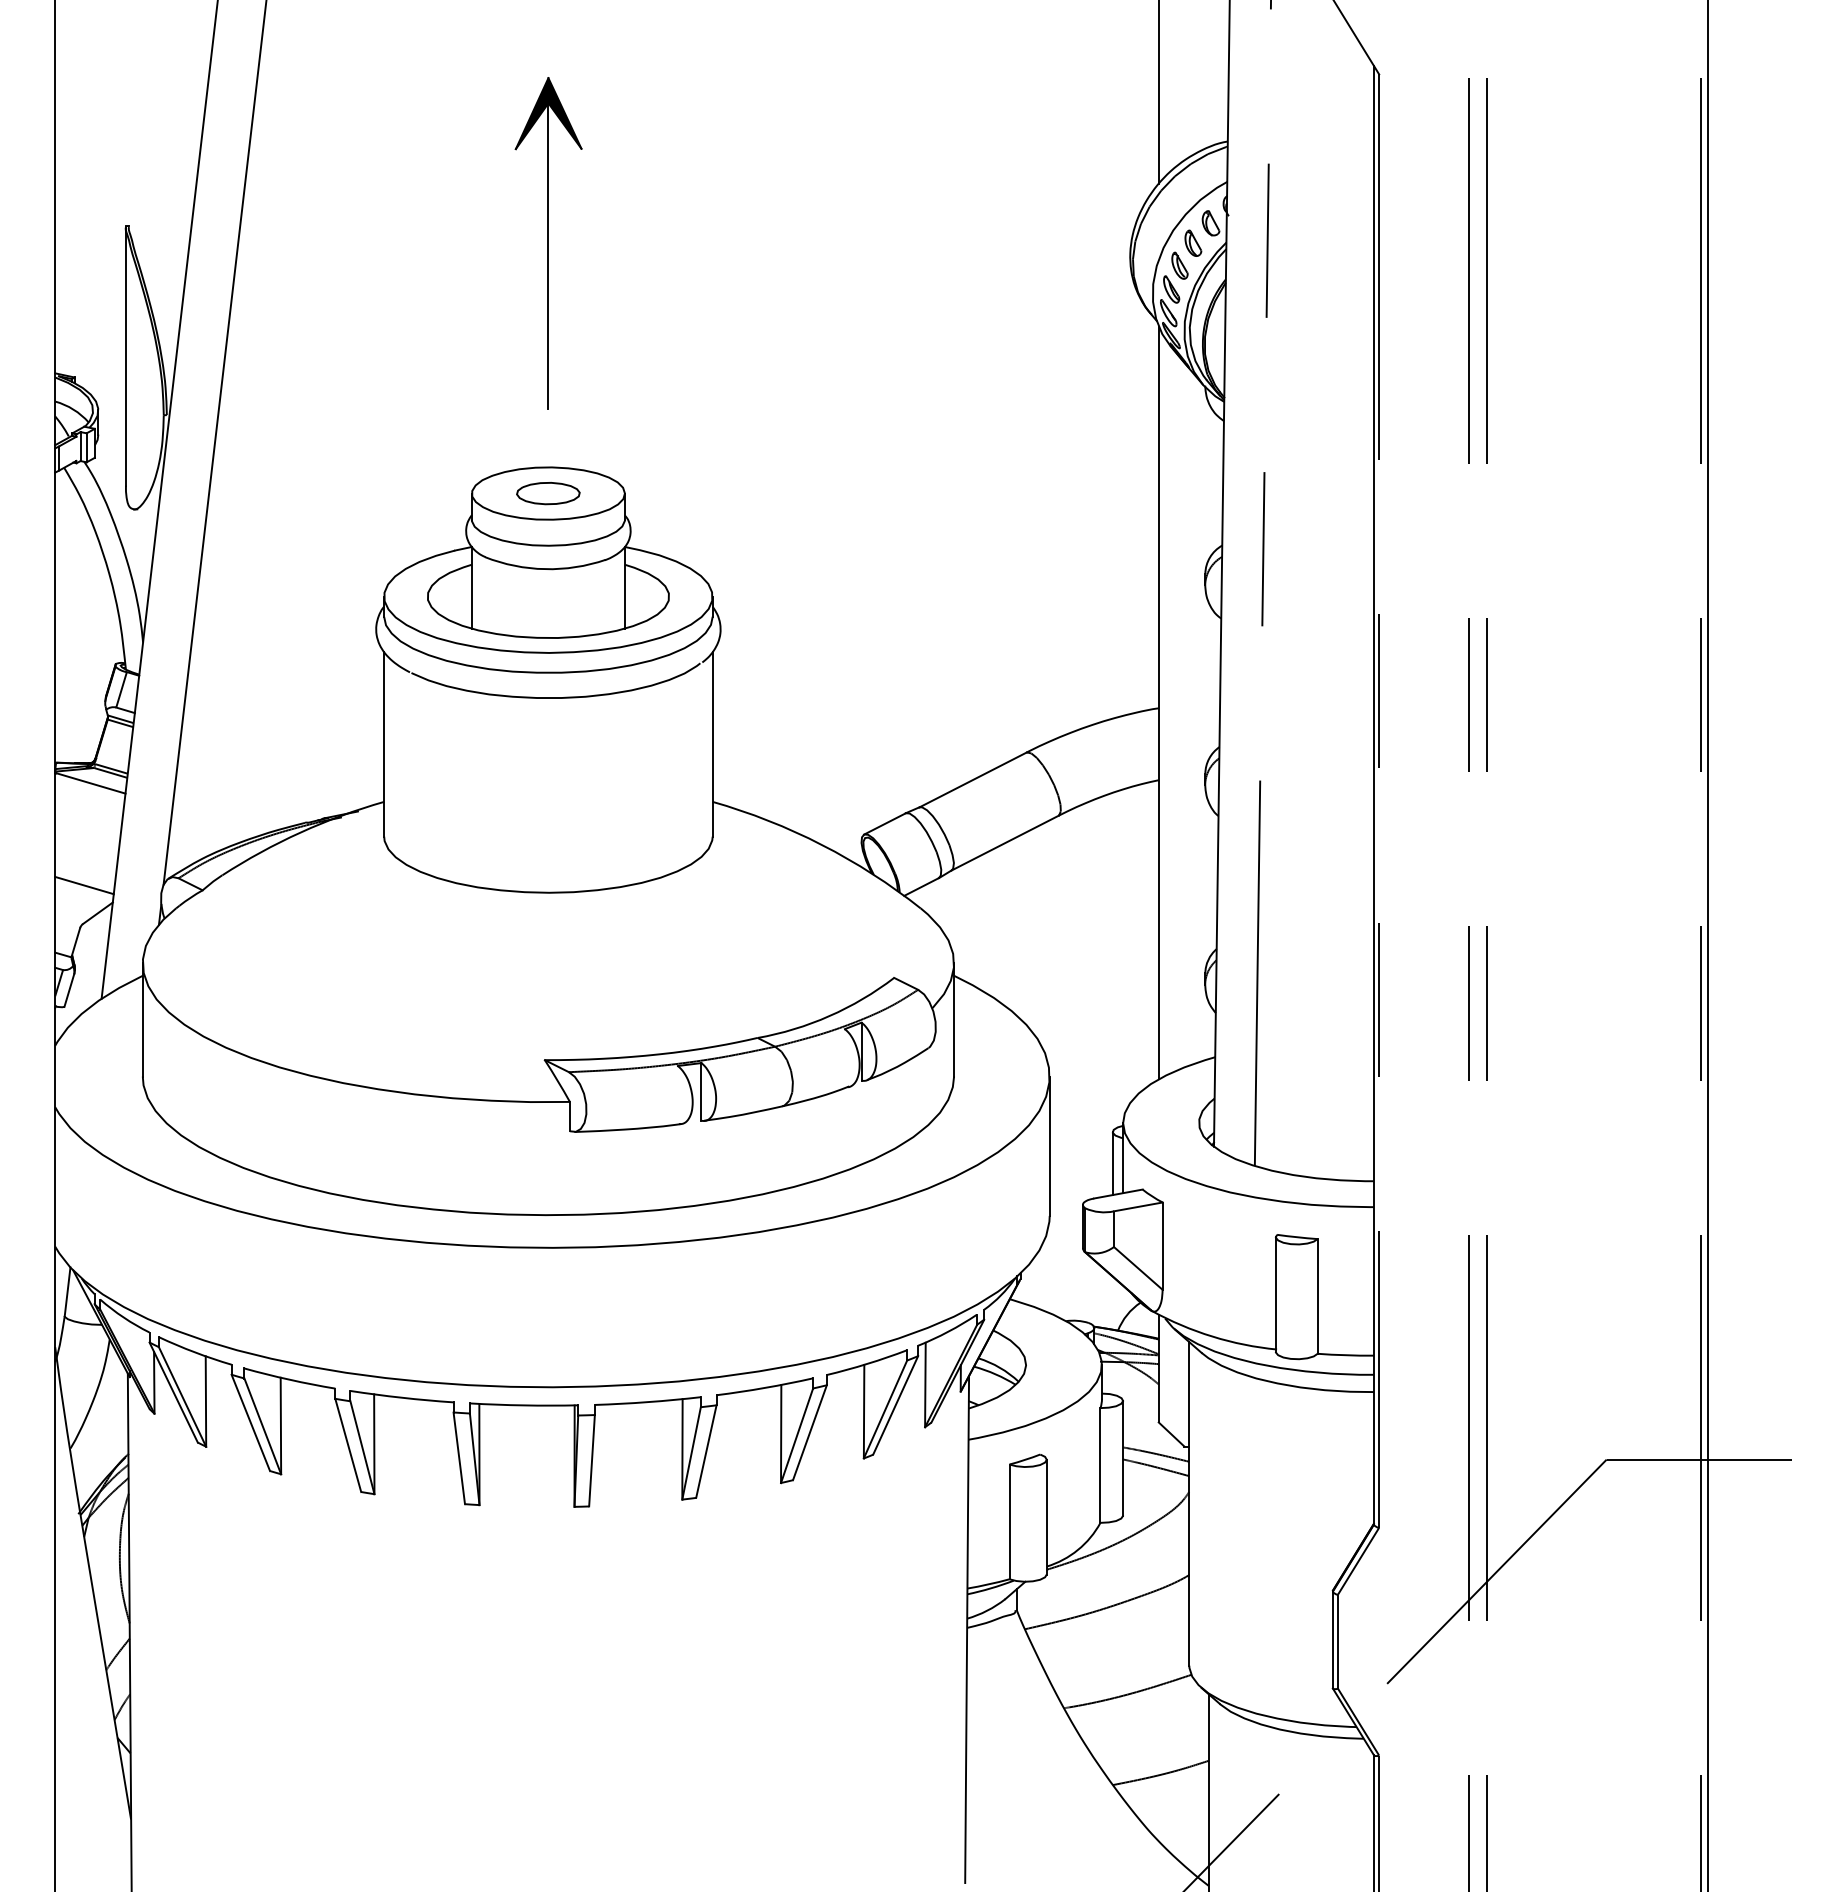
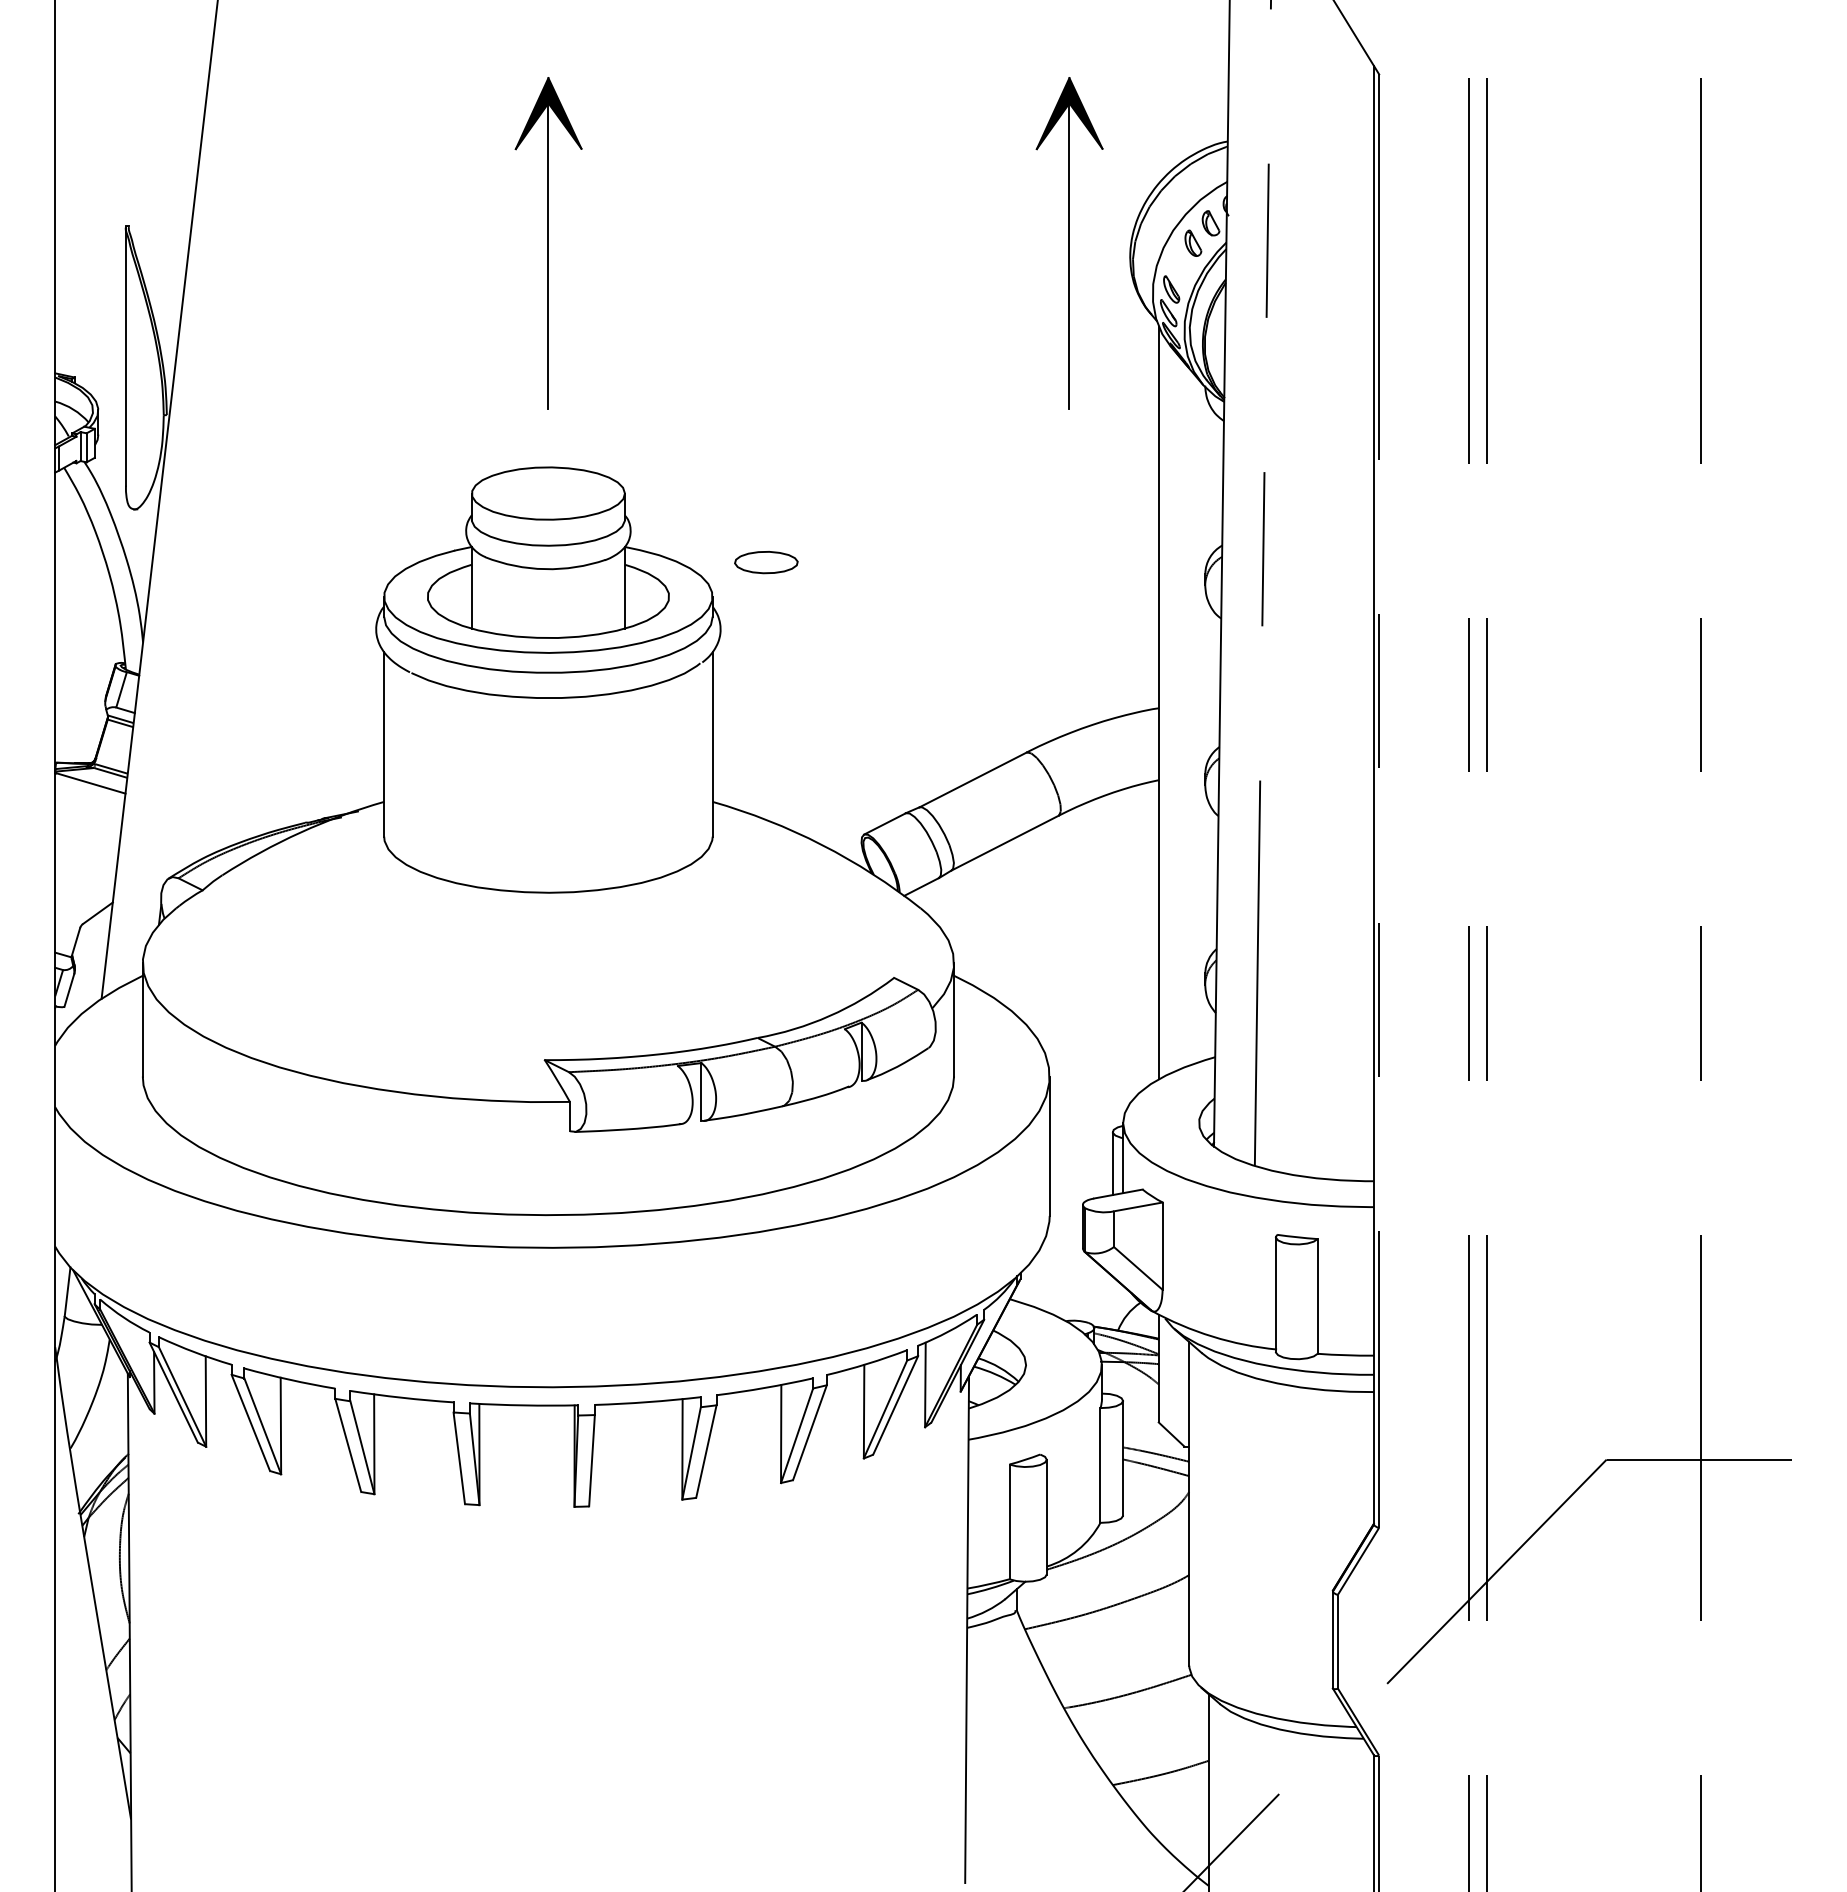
line at (1158, 92): present -> none
part at (1069, 243): none -> present
part at (1179, 265): present -> none
line at (214, 443): present -> none
part at (548, 493) position: (548, 493) -> (766, 562)
line at (84, 885): present -> none
line at (1708, 945): present -> none
